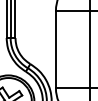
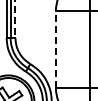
line at (15, 19): solid -> dashed
line at (55, 49): solid -> dashed
